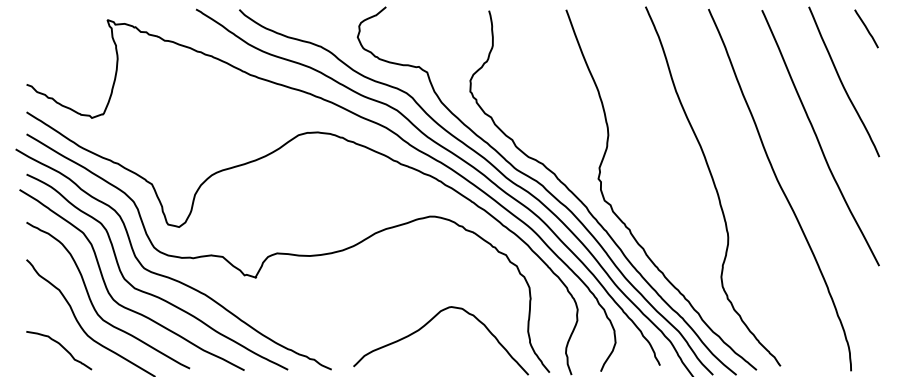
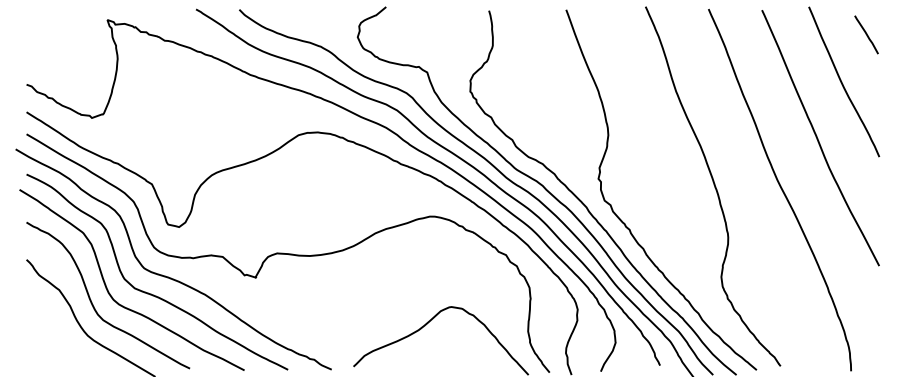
line at (866, 28) position: (866, 28) -> (866, 34)
curve at (60, 346): present -> none
